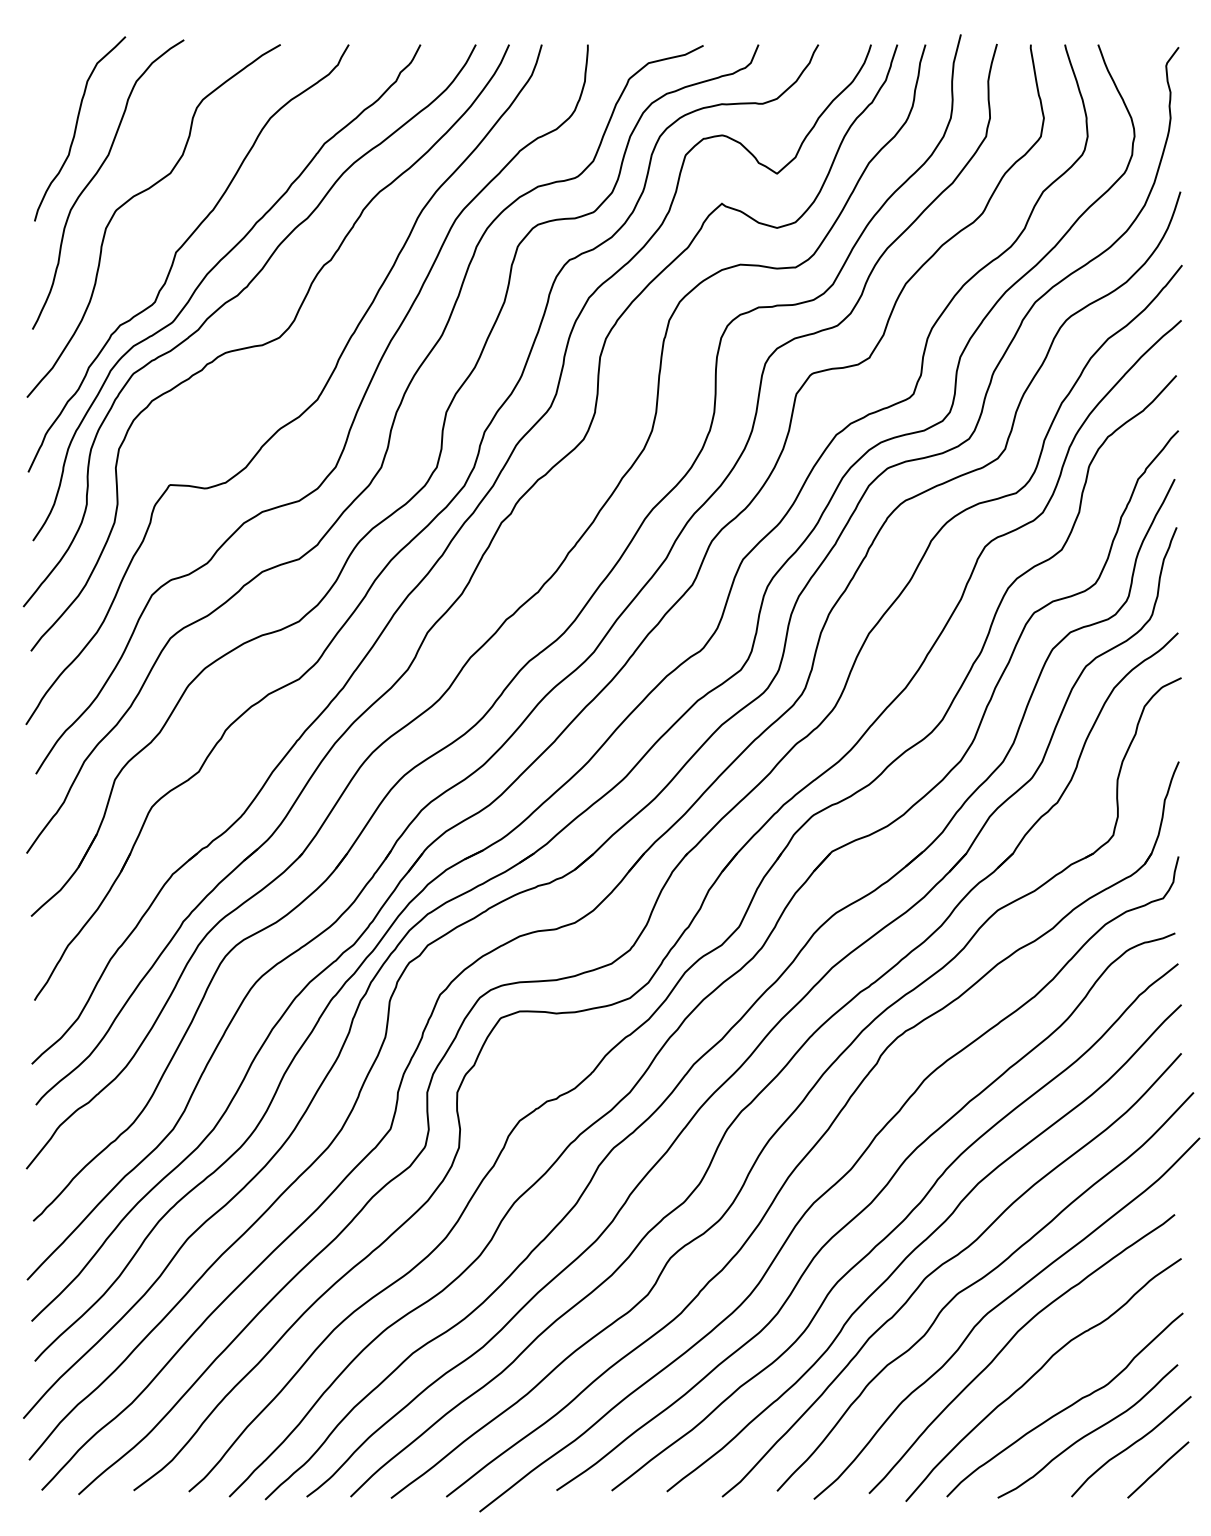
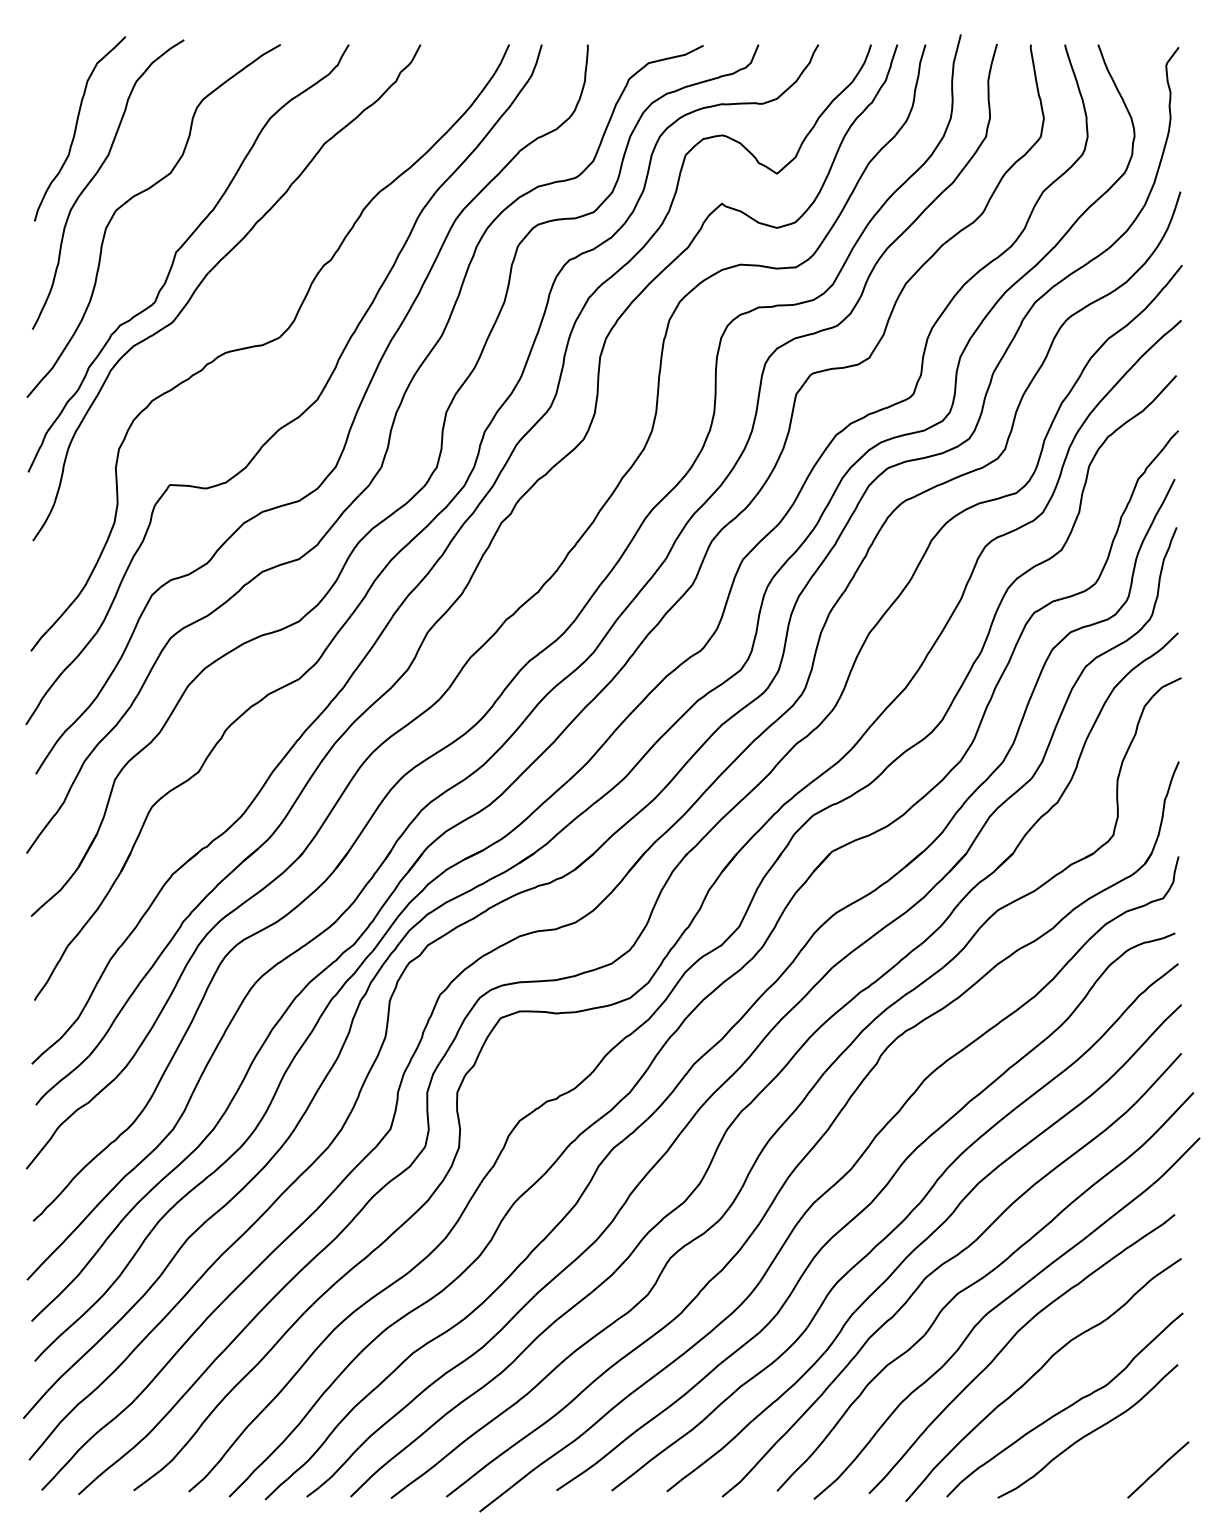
curve at (233, 299): present -> none
curve at (1131, 1446): present -> none
